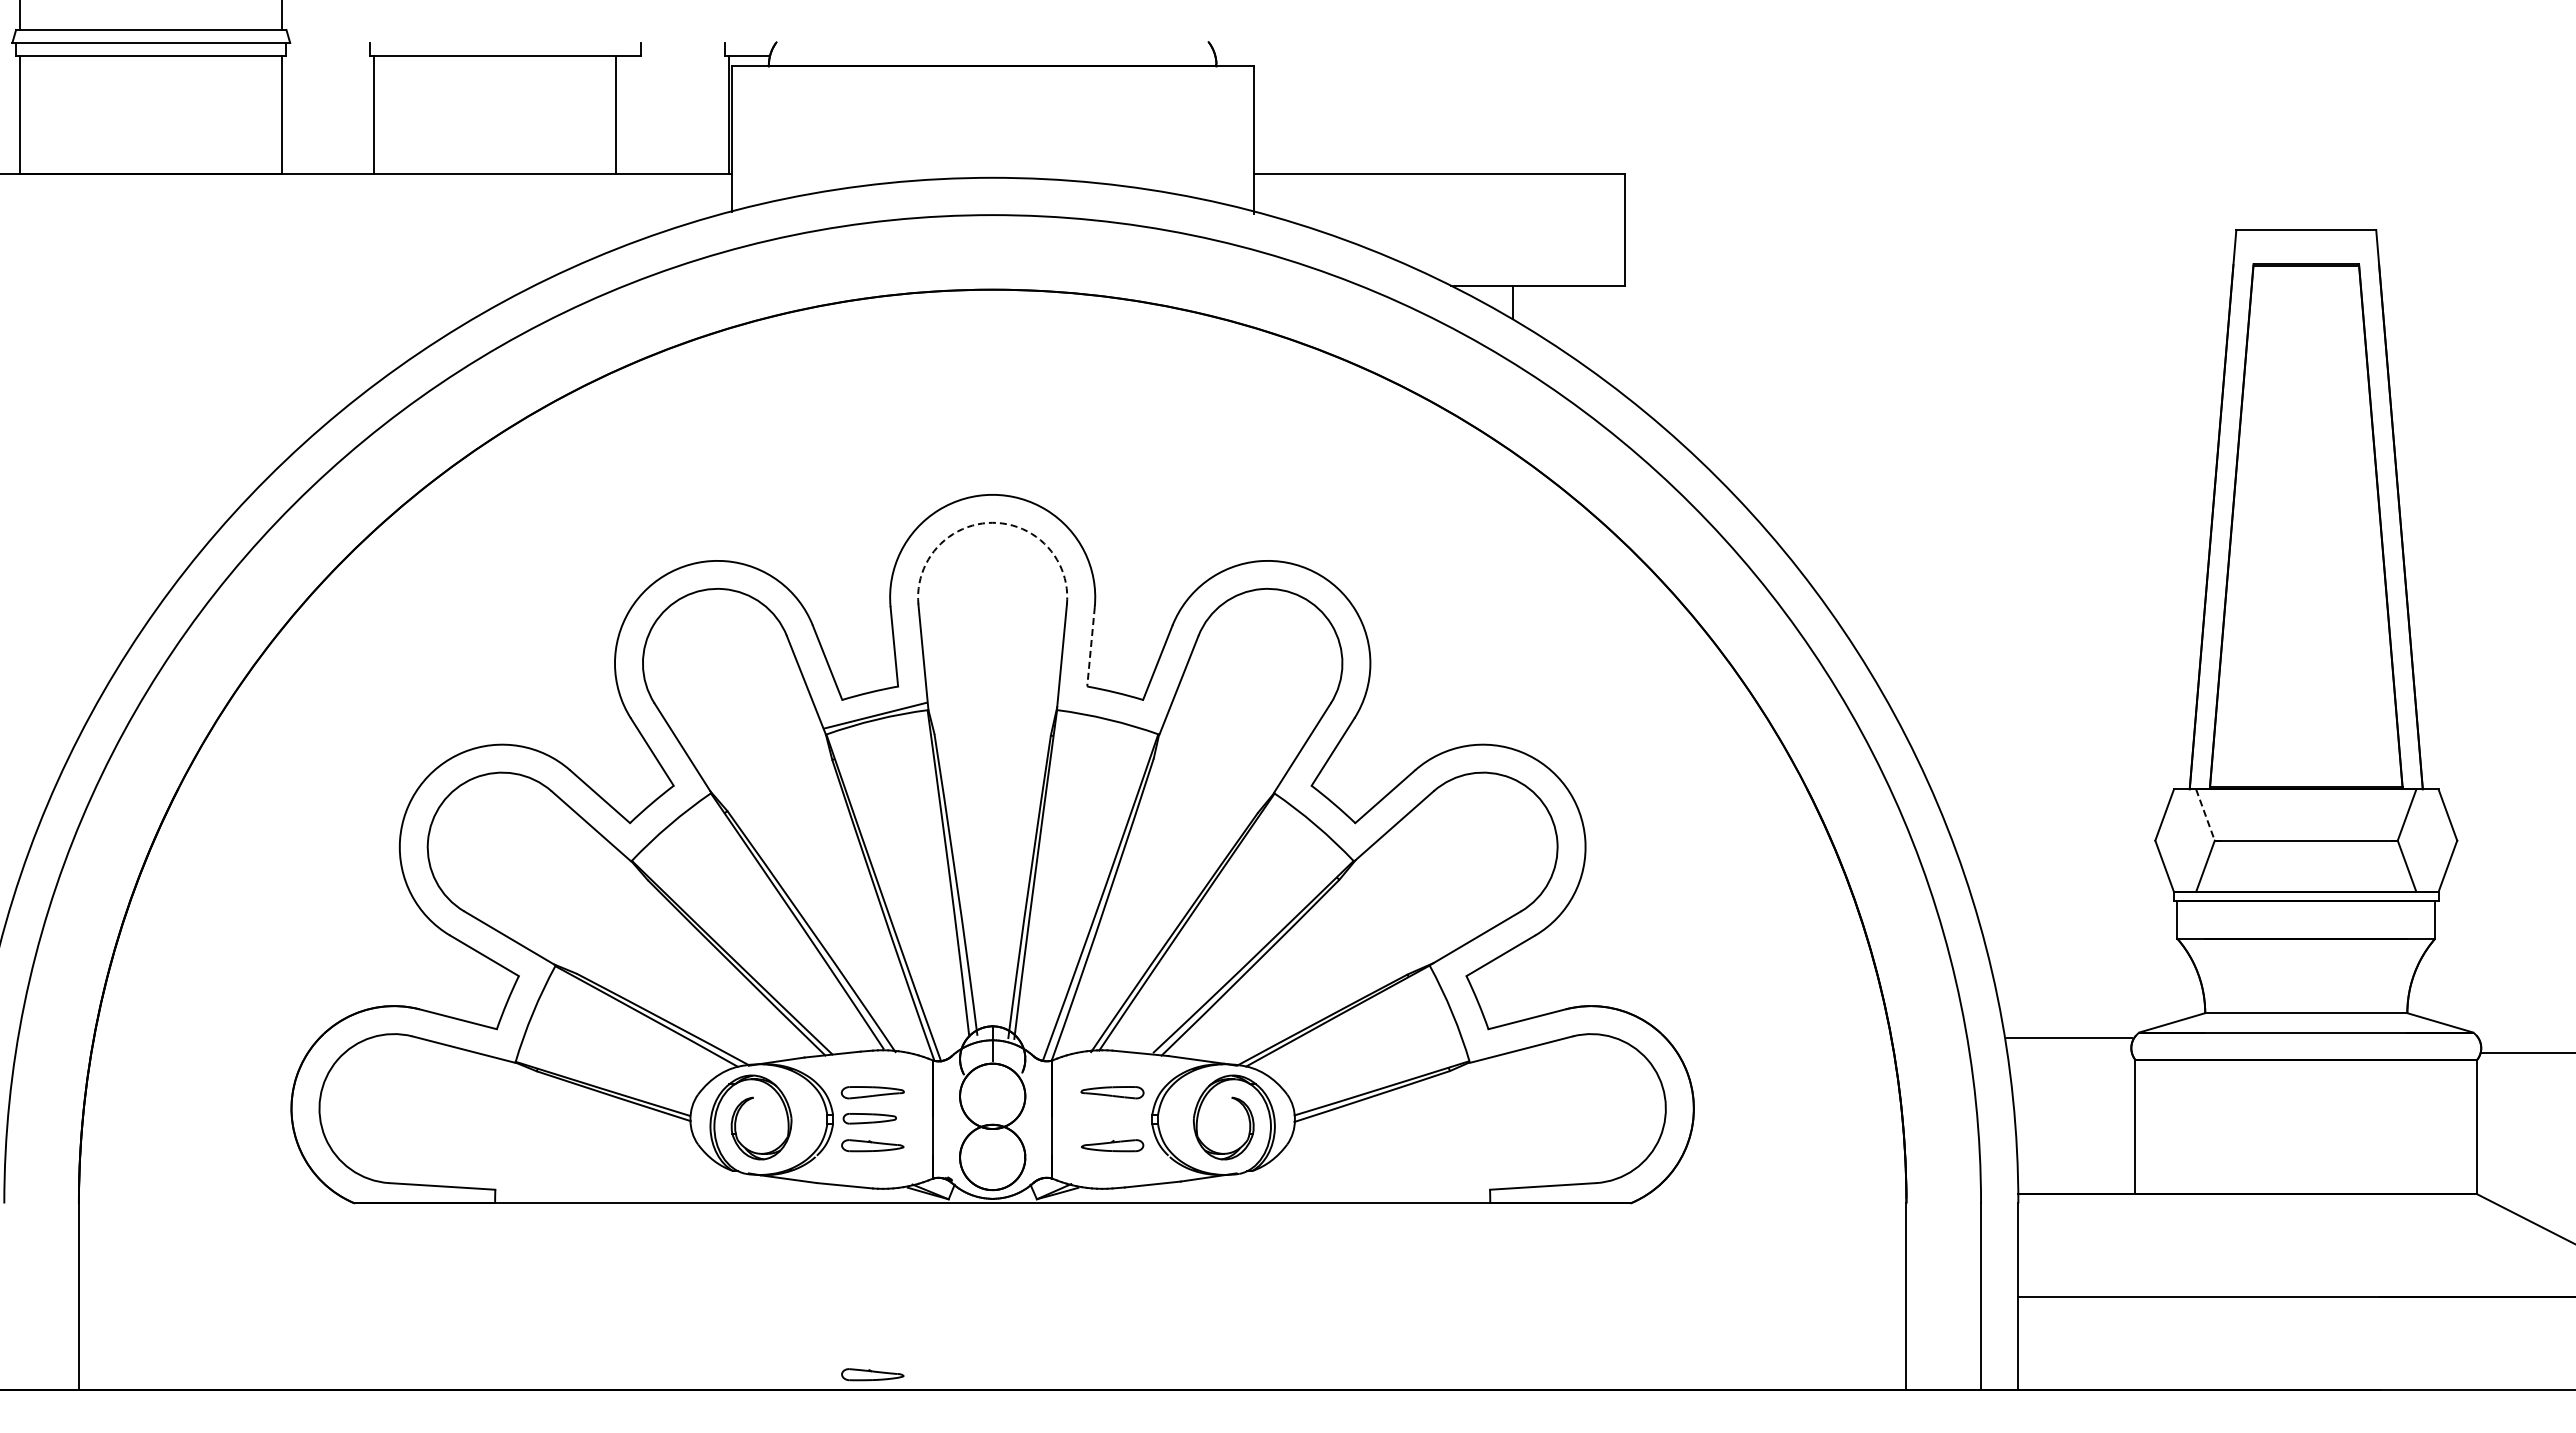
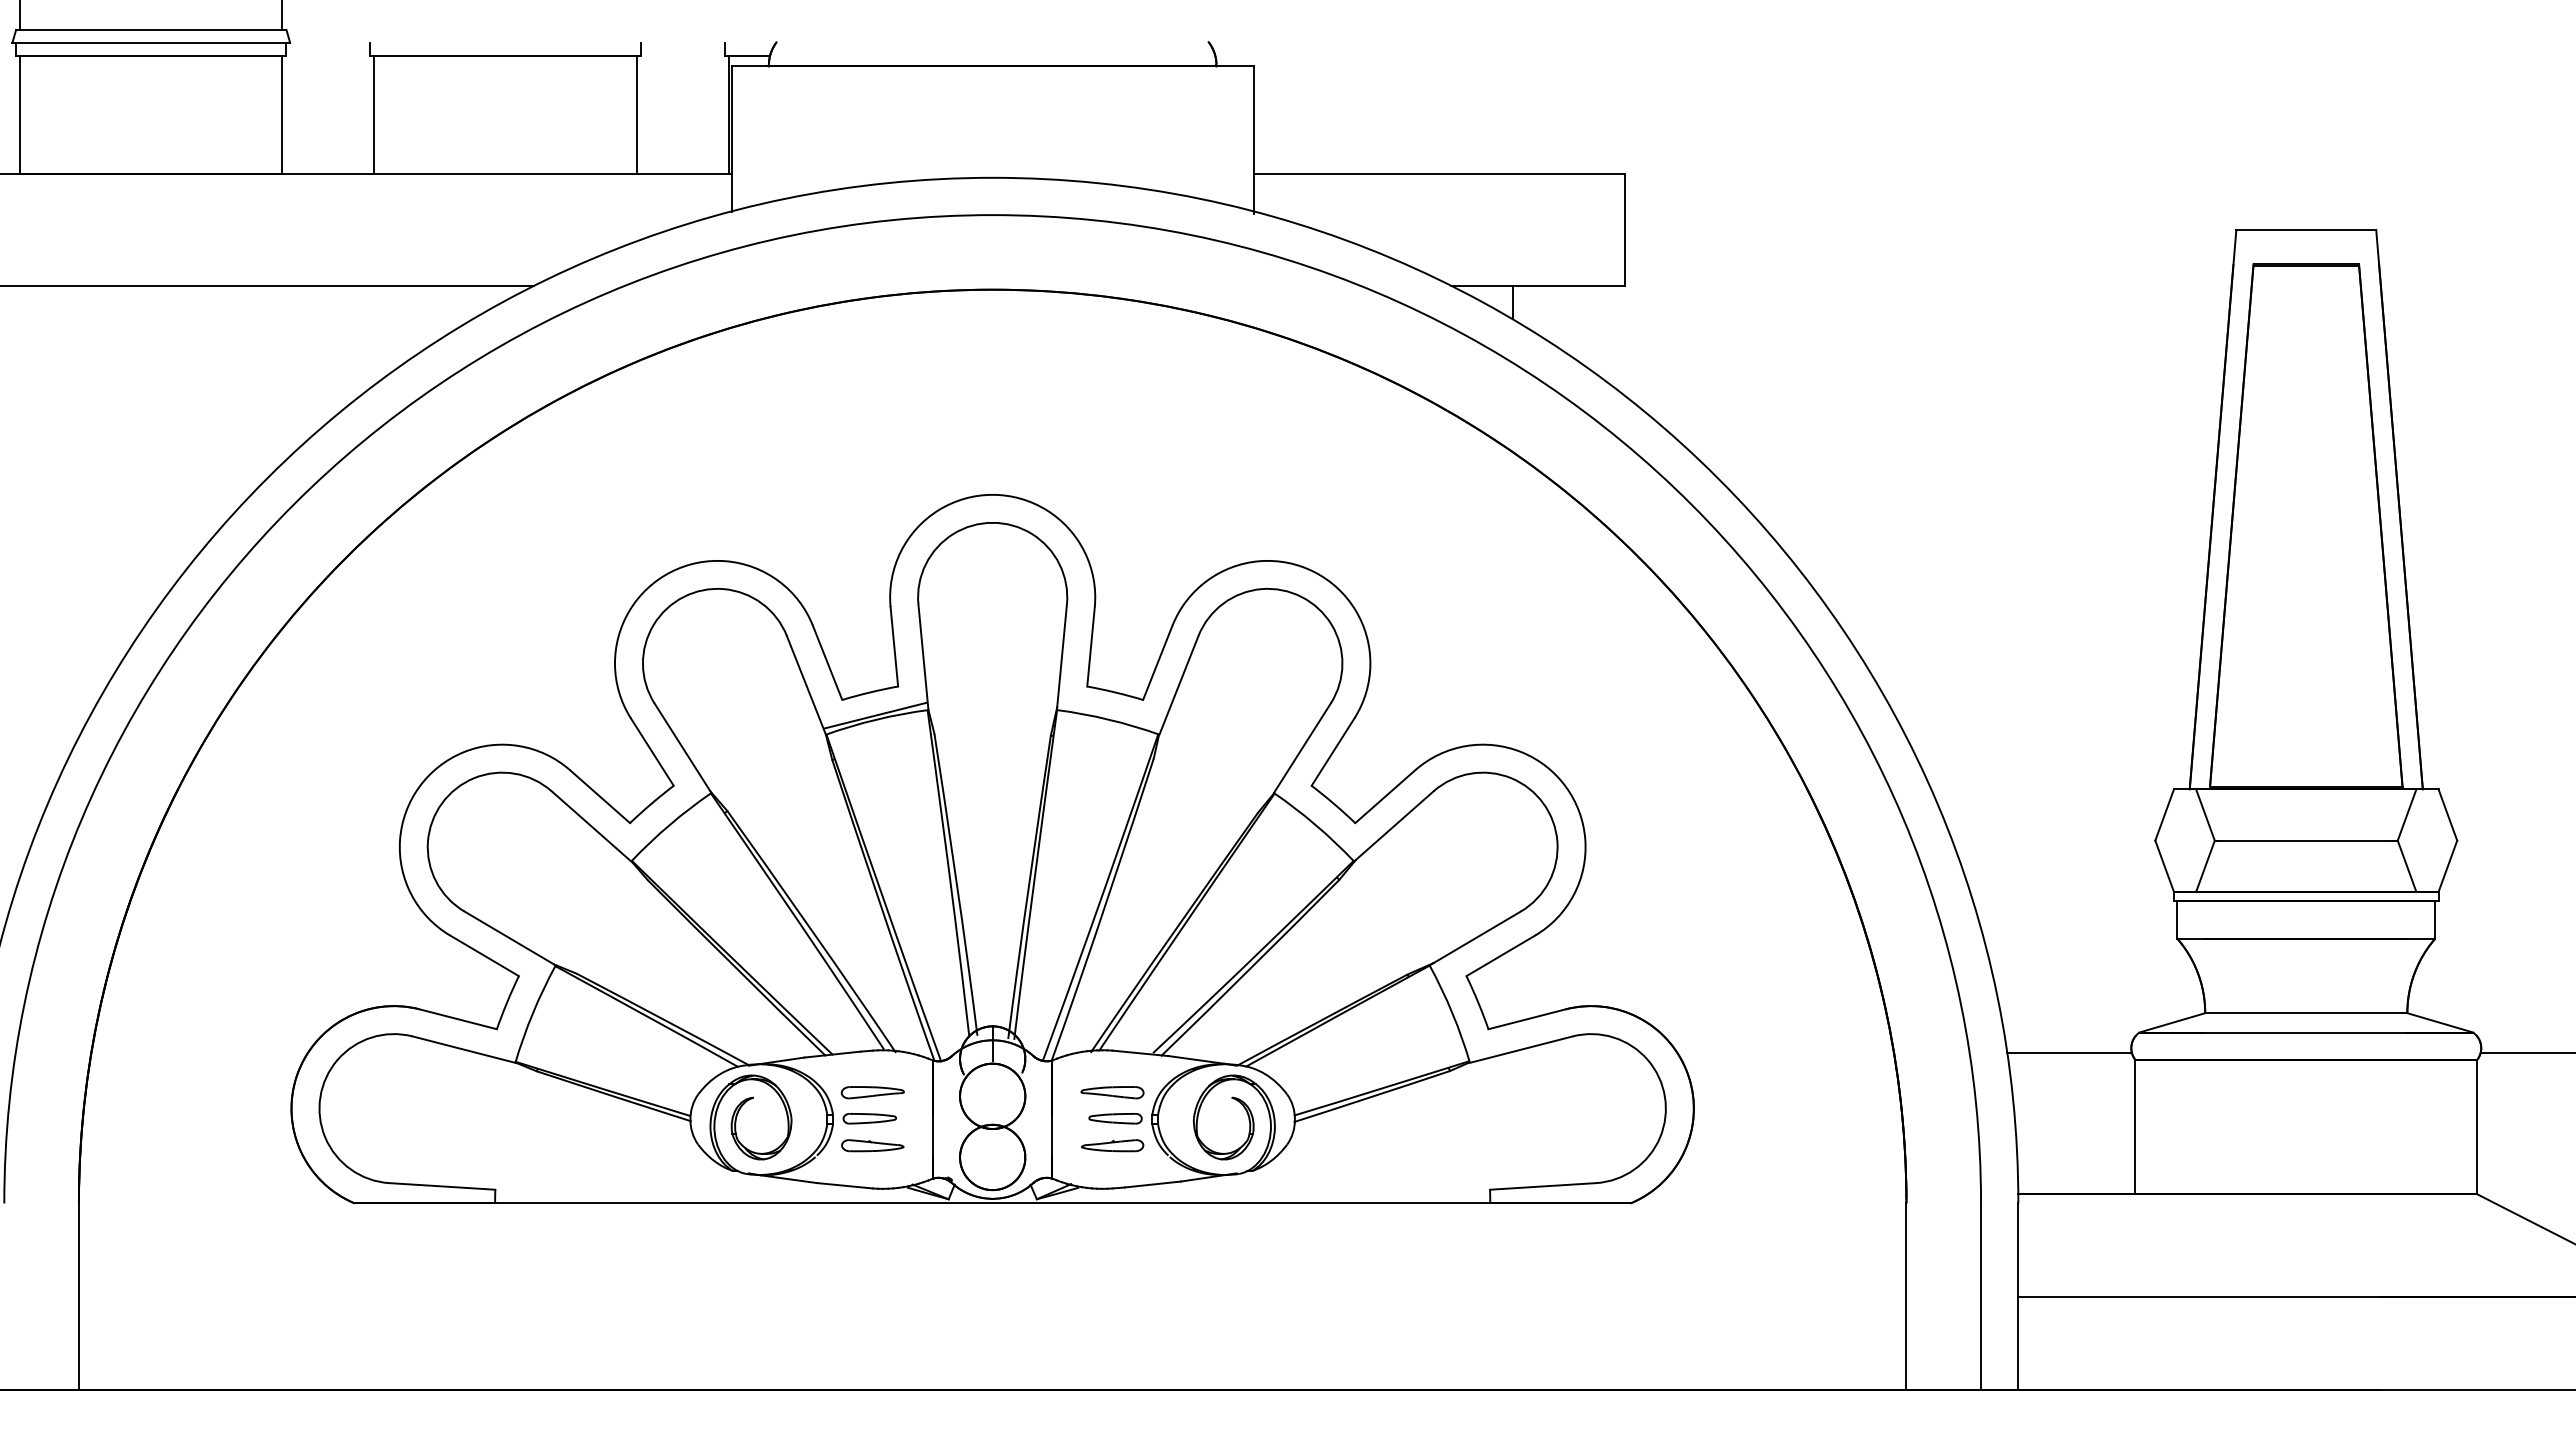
line at (615, 115) position: (615, 115) -> (636, 115)
line at (268, 285): none -> present
arc at (992, 522): dashed -> solid
line at (1091, 646): dashed -> solid
line at (2205, 815): dashed -> solid
line at (2069, 1038) position: (2069, 1038) -> (2069, 1053)
part at (1115, 1118): none -> present
part at (872, 1374): present -> none
